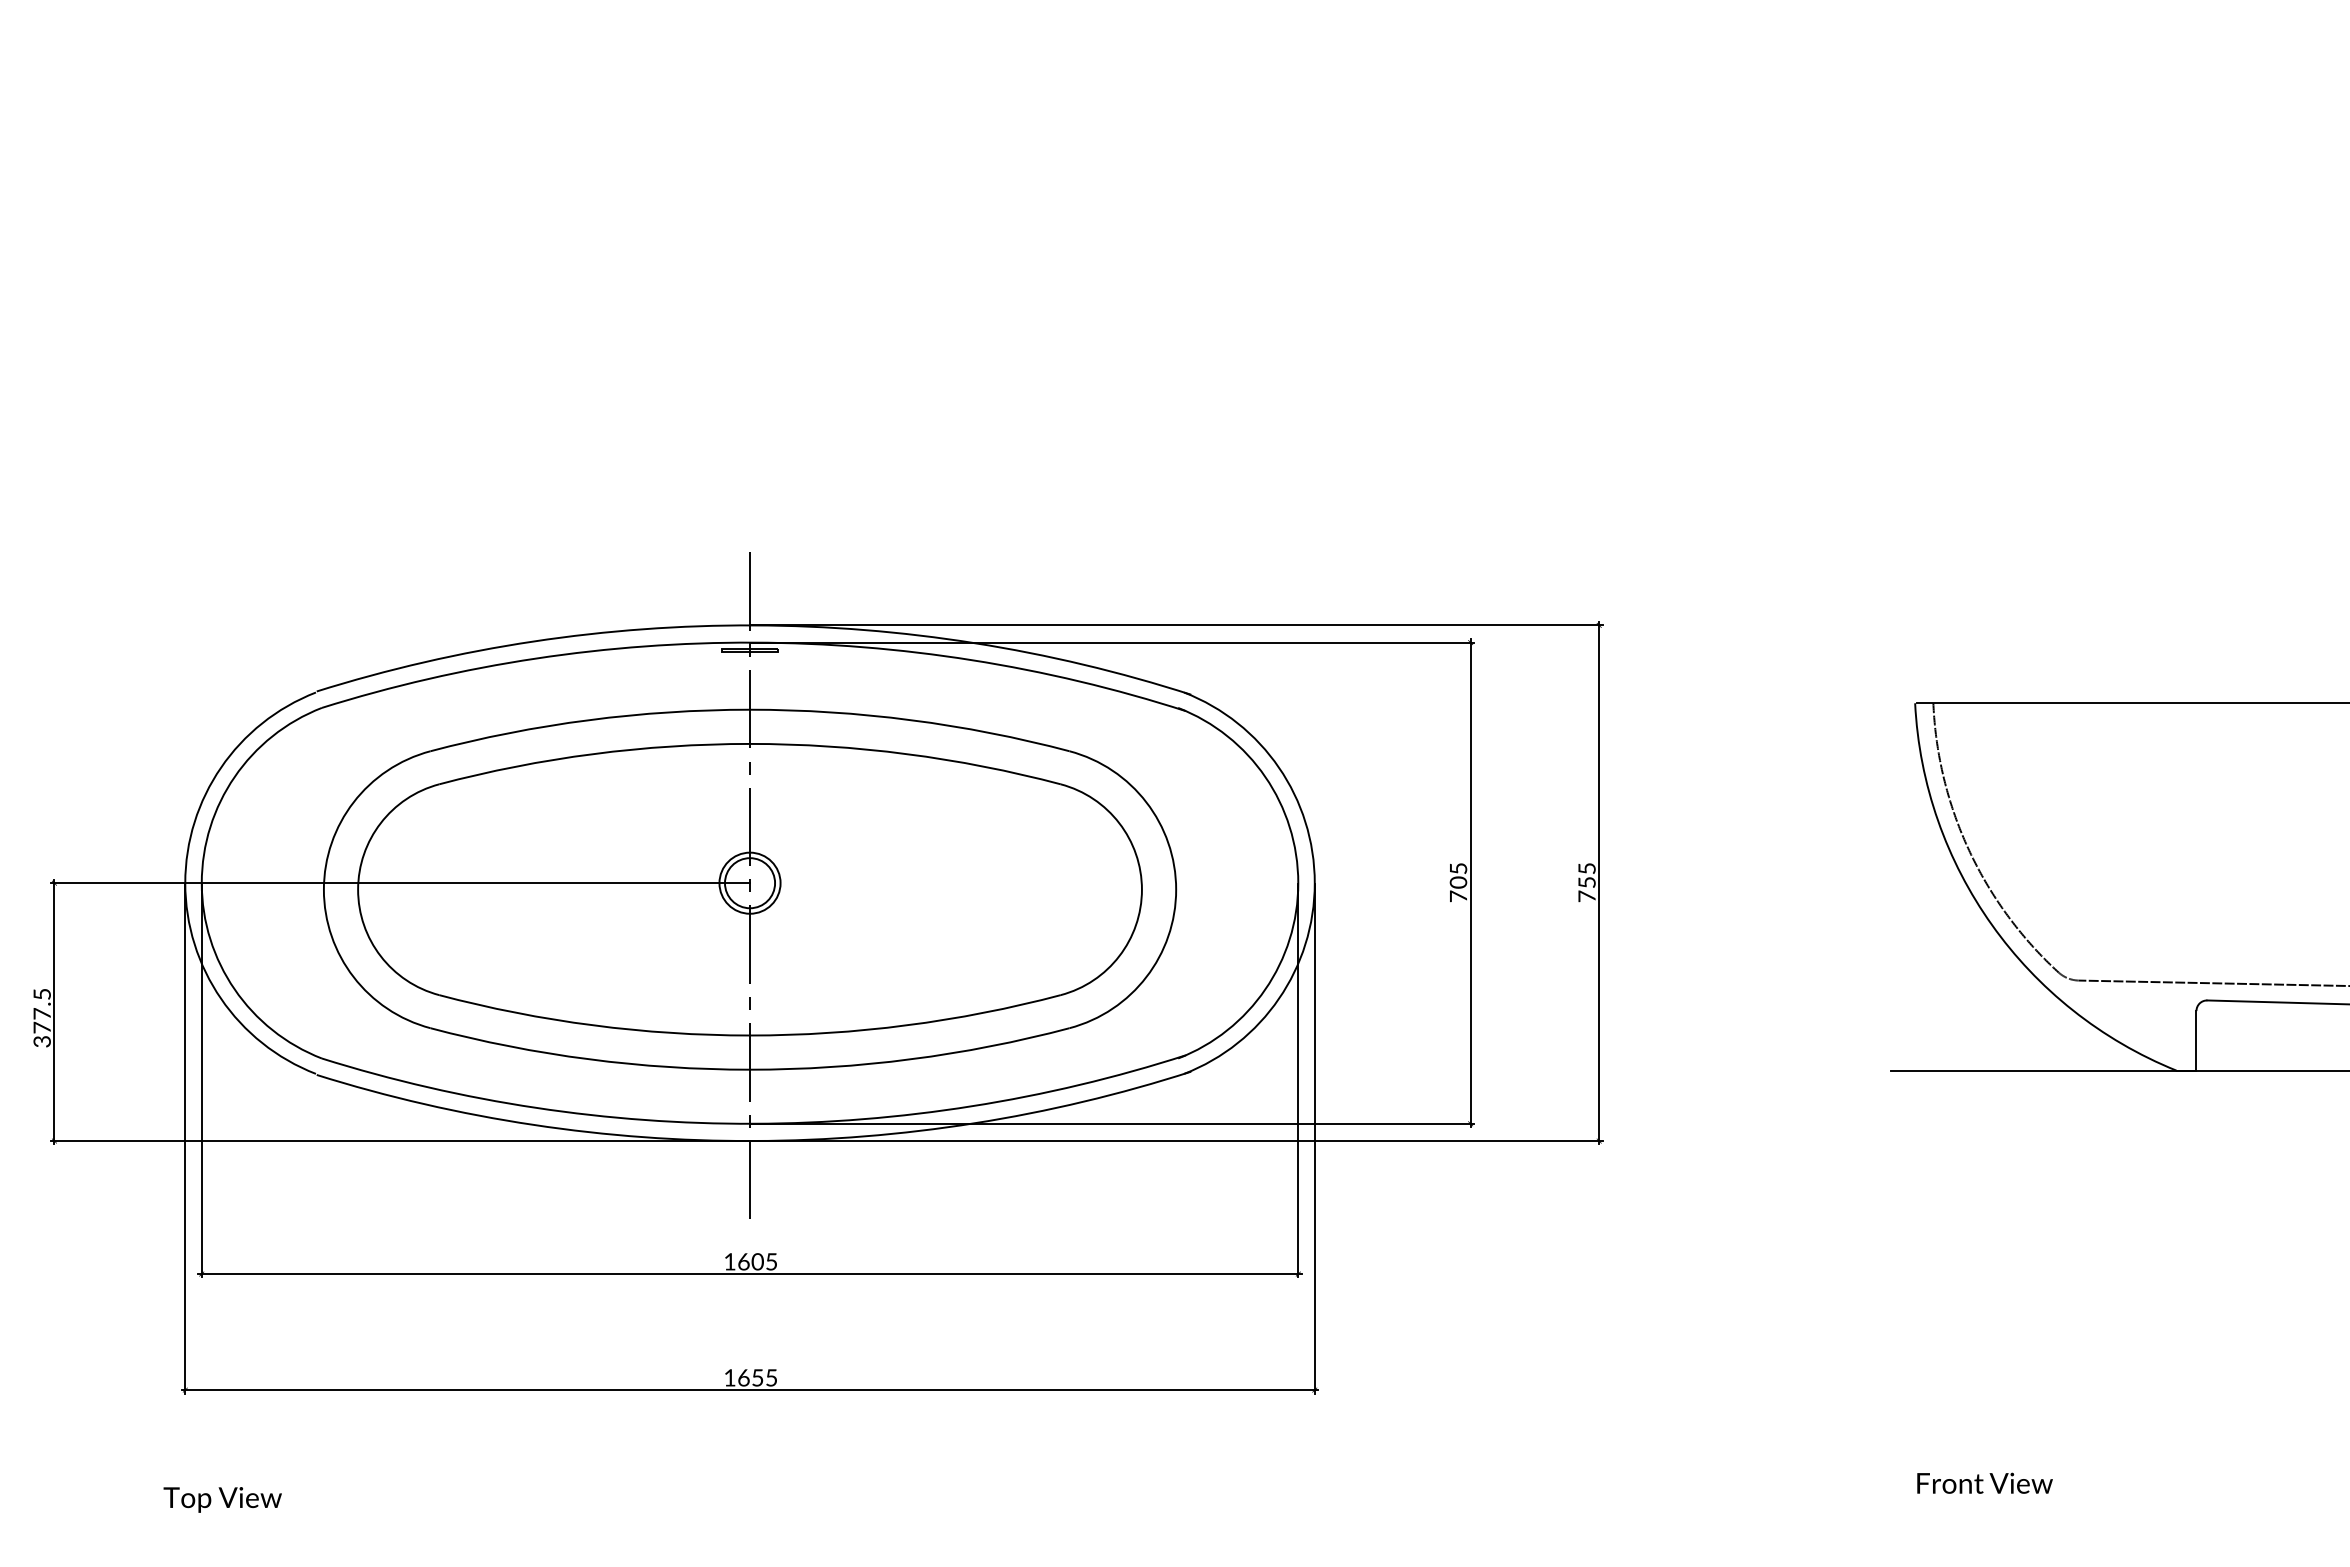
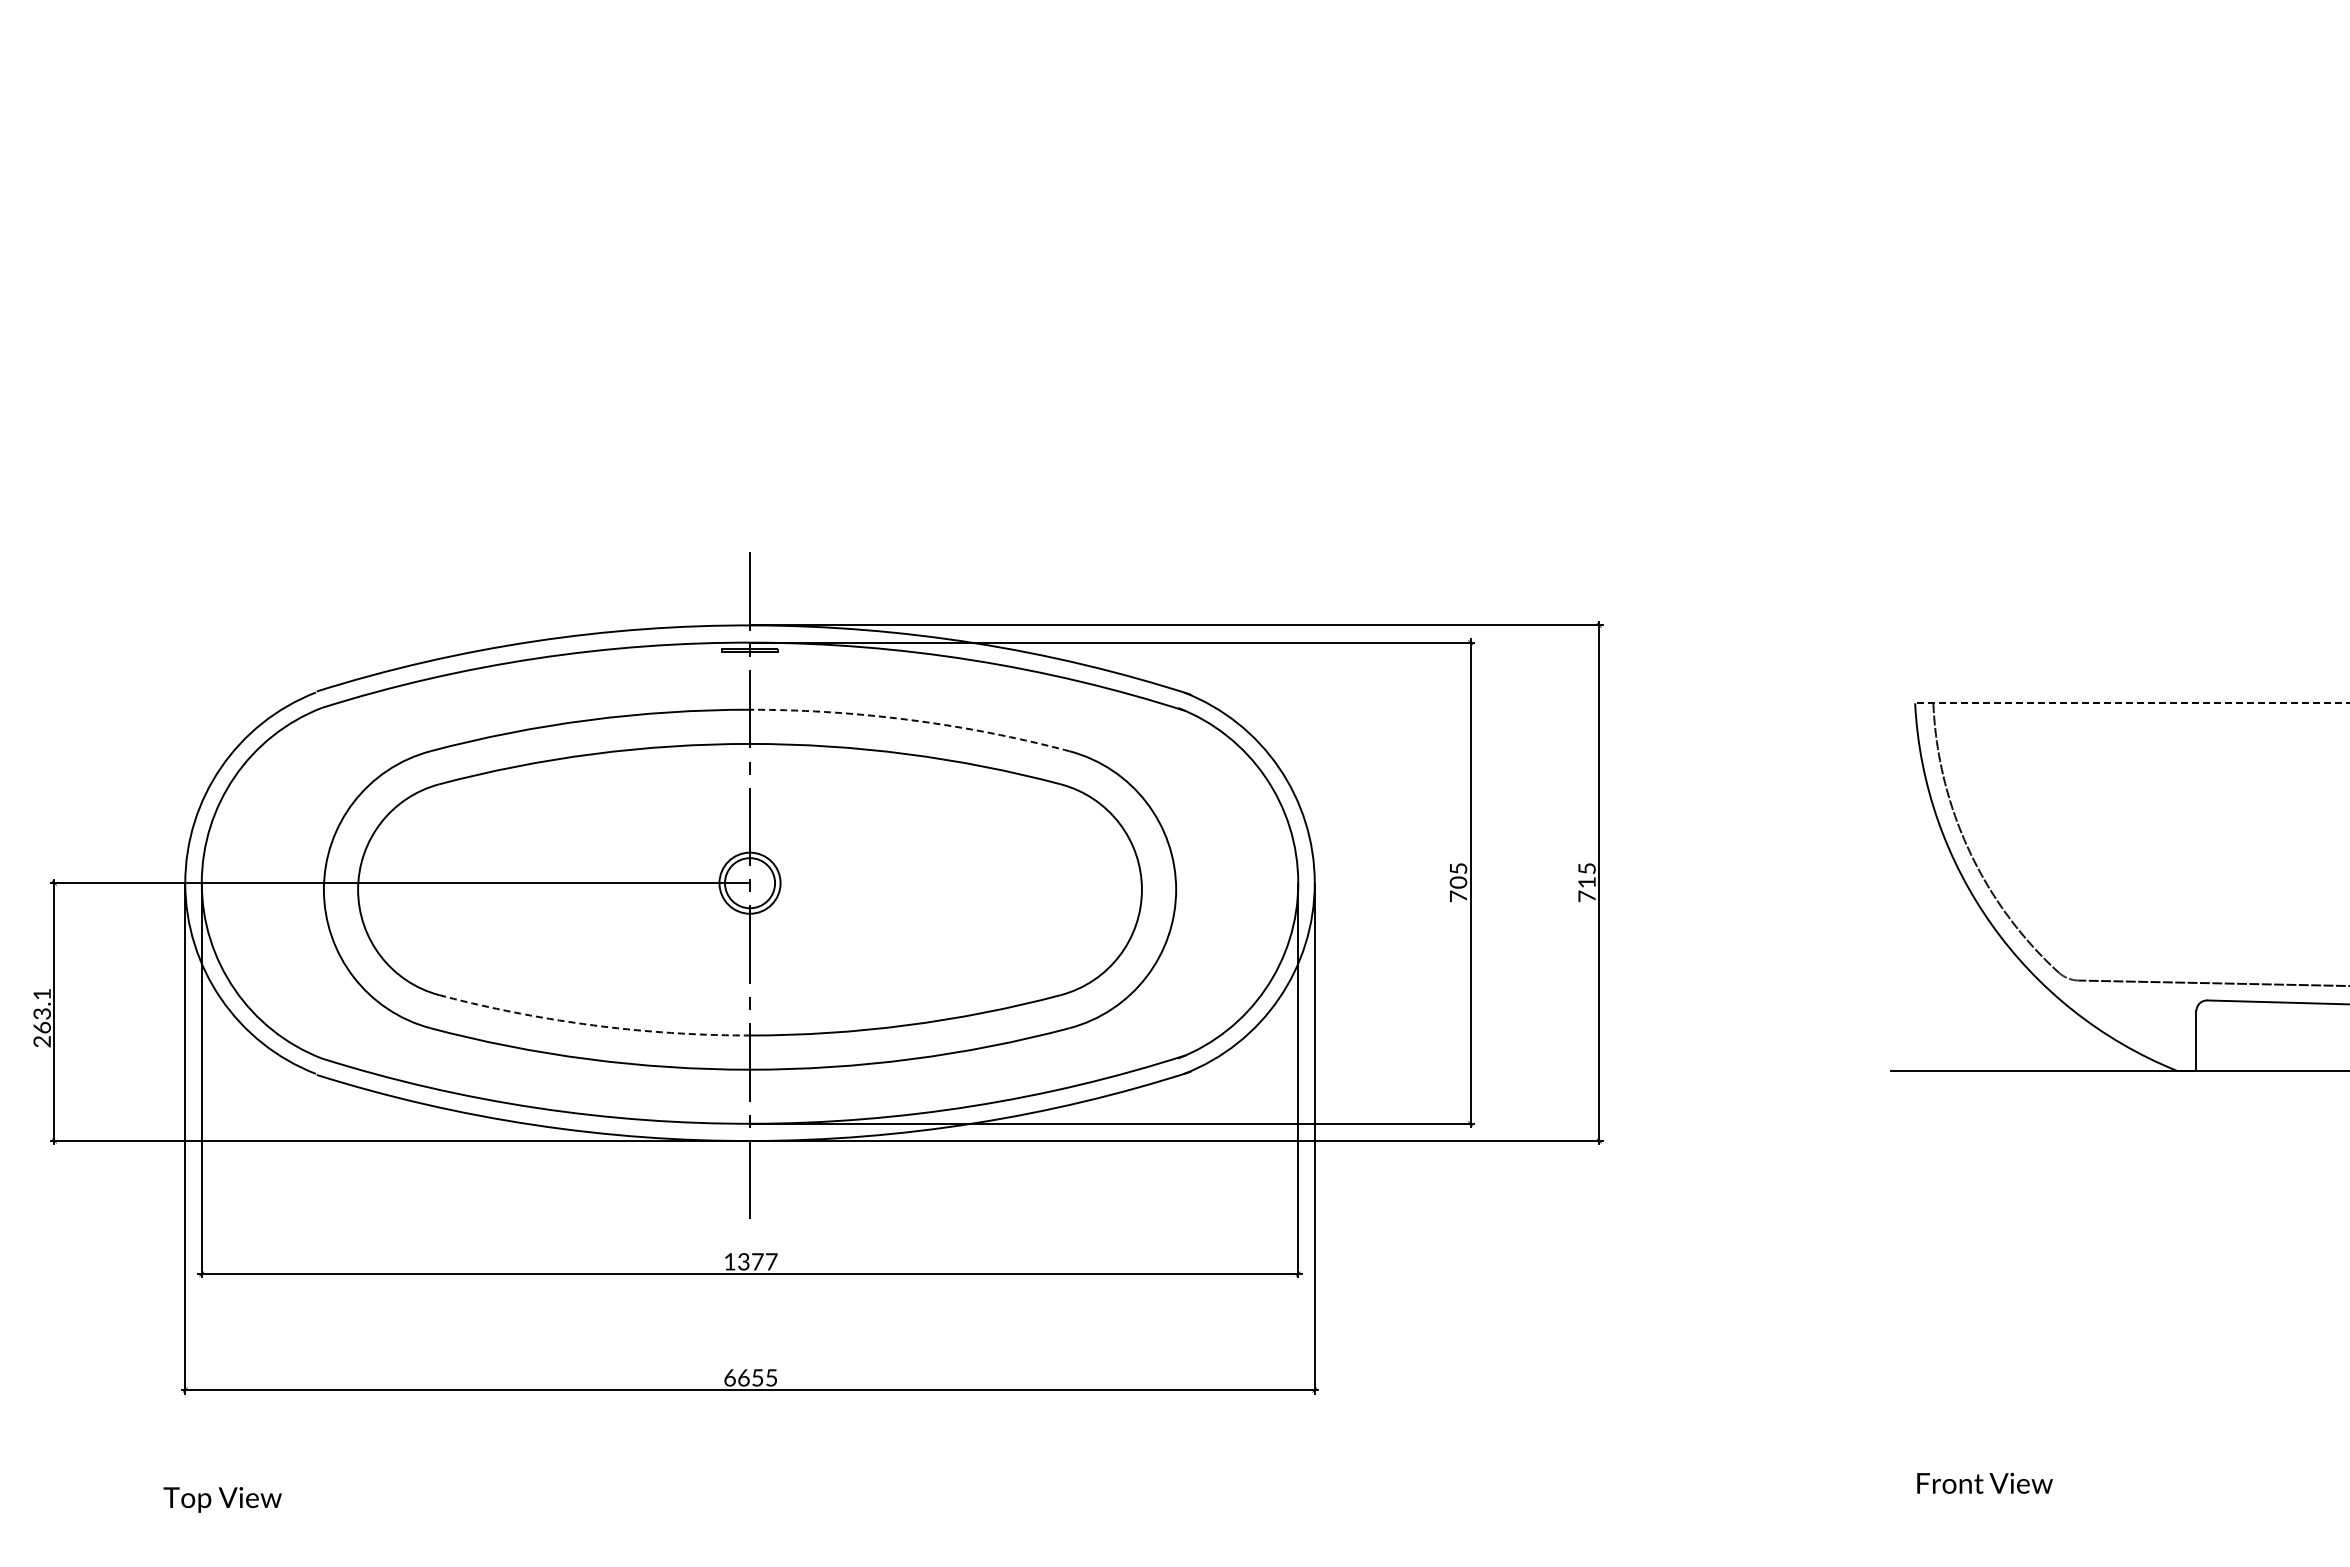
line at (2133, 703): solid -> dashed
arc at (911, 720): solid -> dashed
text at (1586, 882): 755 -> 715
text at (41, 1018): 377.5 -> 263.1
arc at (593, 1025): solid -> dashed
text at (757, 1261): 1605 -> 1377
text at (729, 1377): 1655 -> 6655
